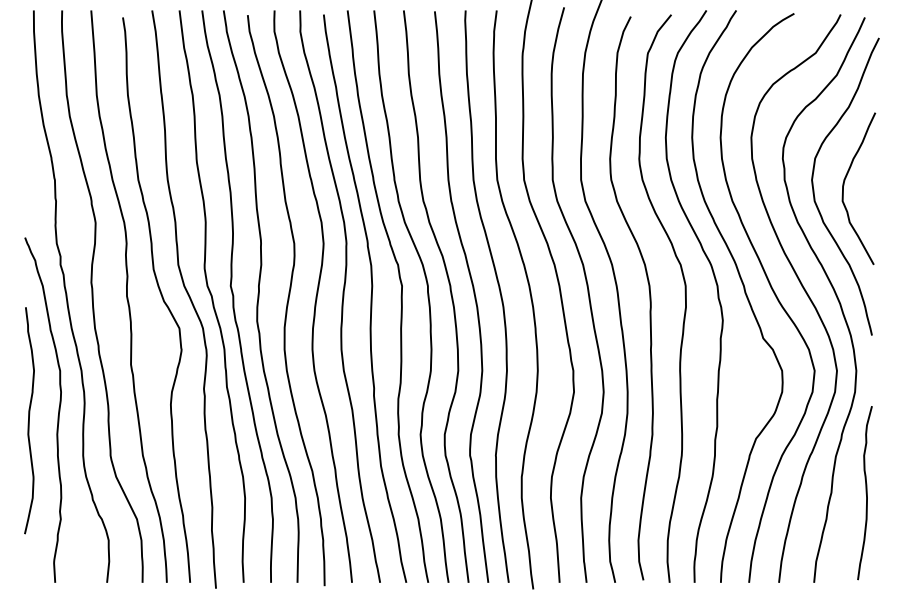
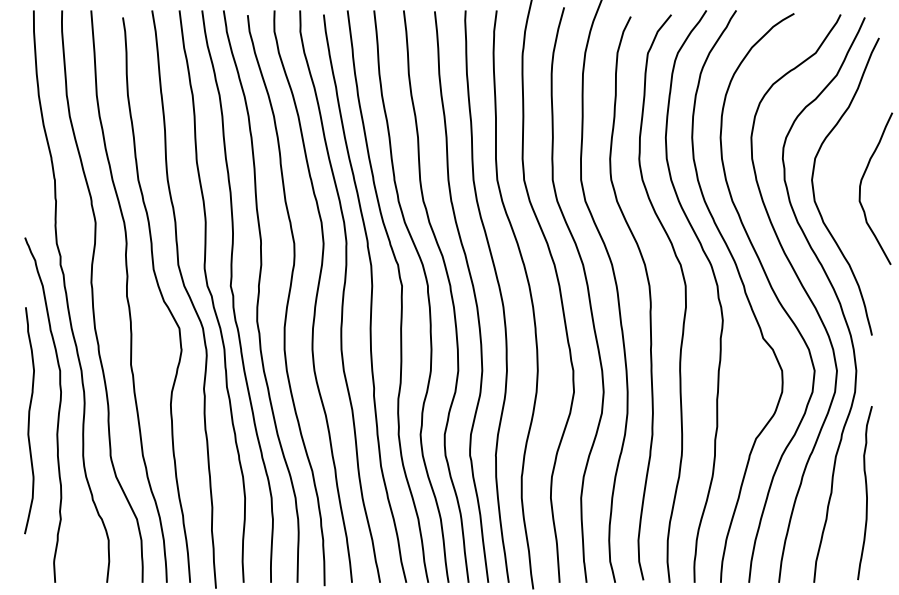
curve at (844, 185) position: (844, 185) -> (861, 185)
